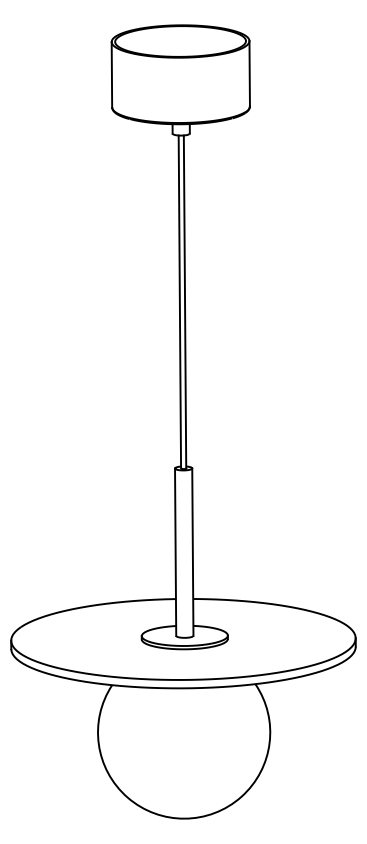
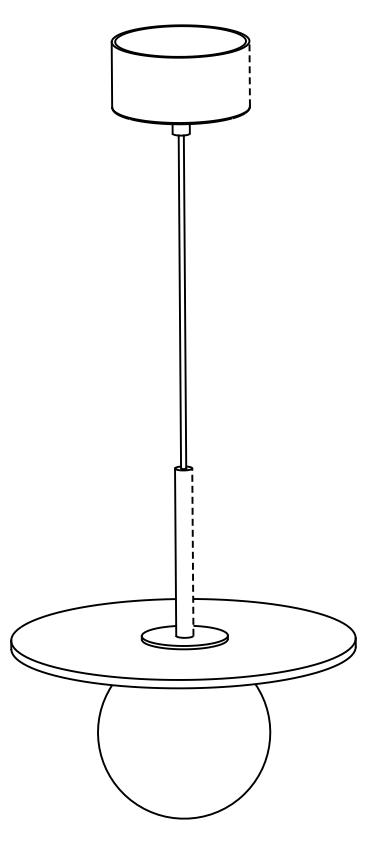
line at (249, 73): solid -> dashed
line at (192, 552): solid -> dashed
